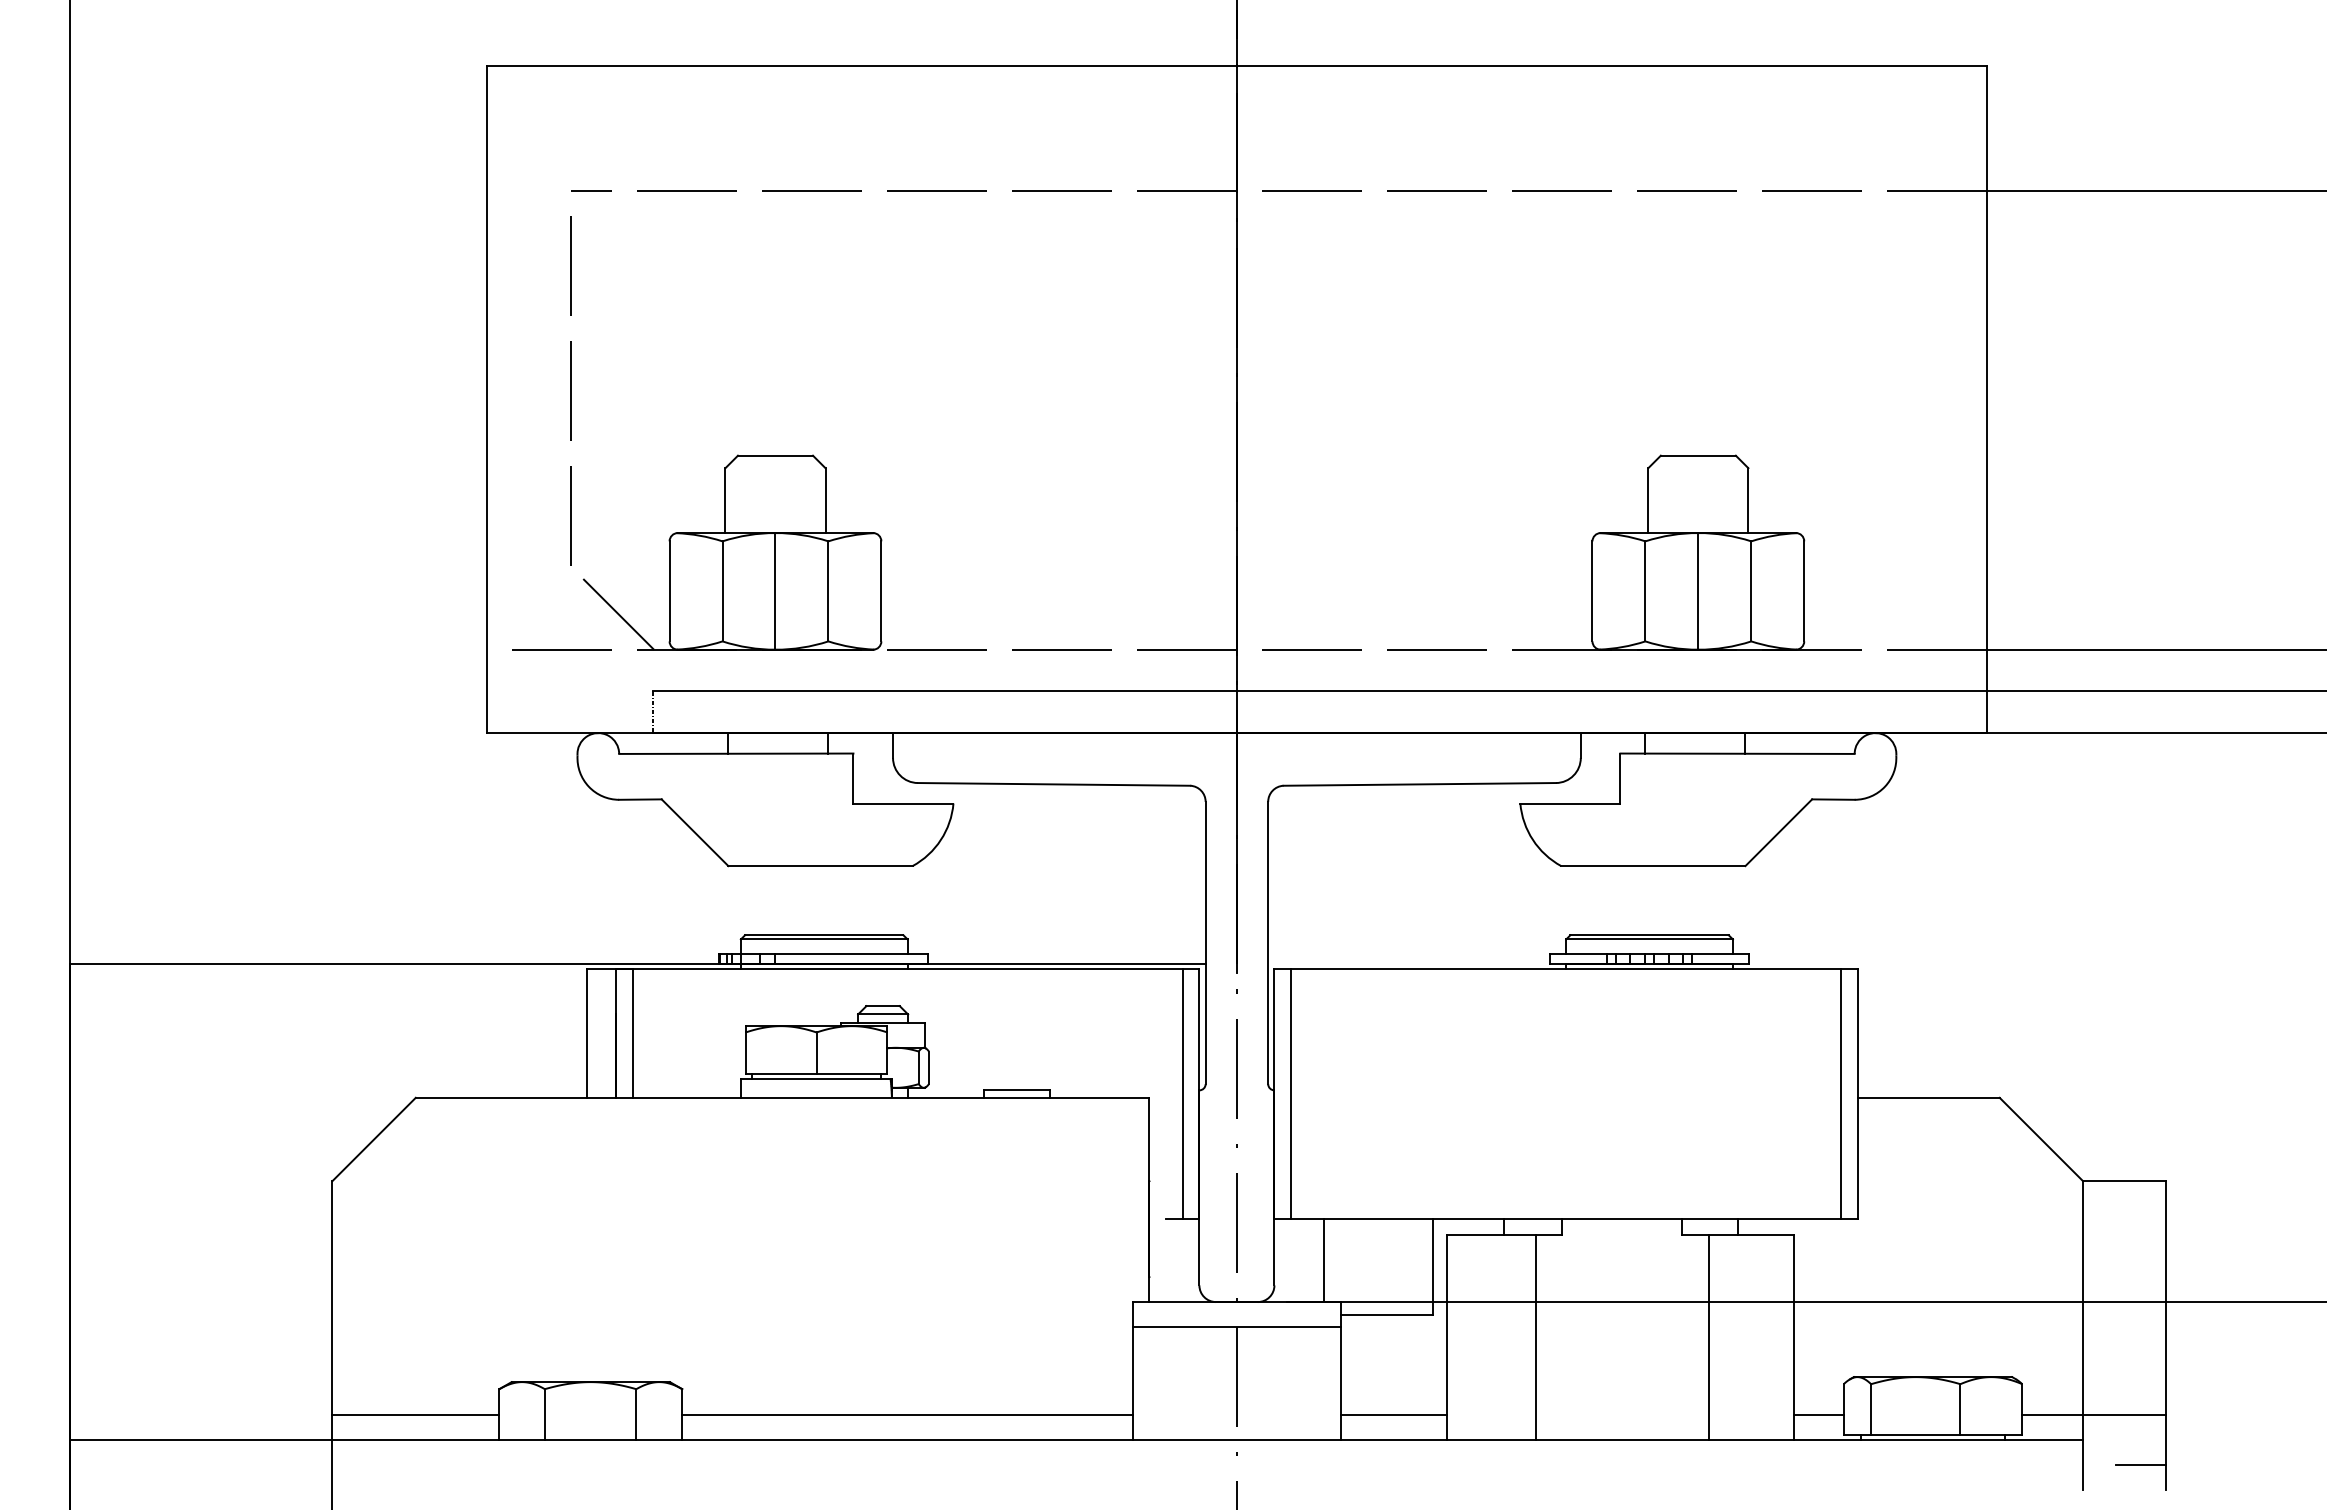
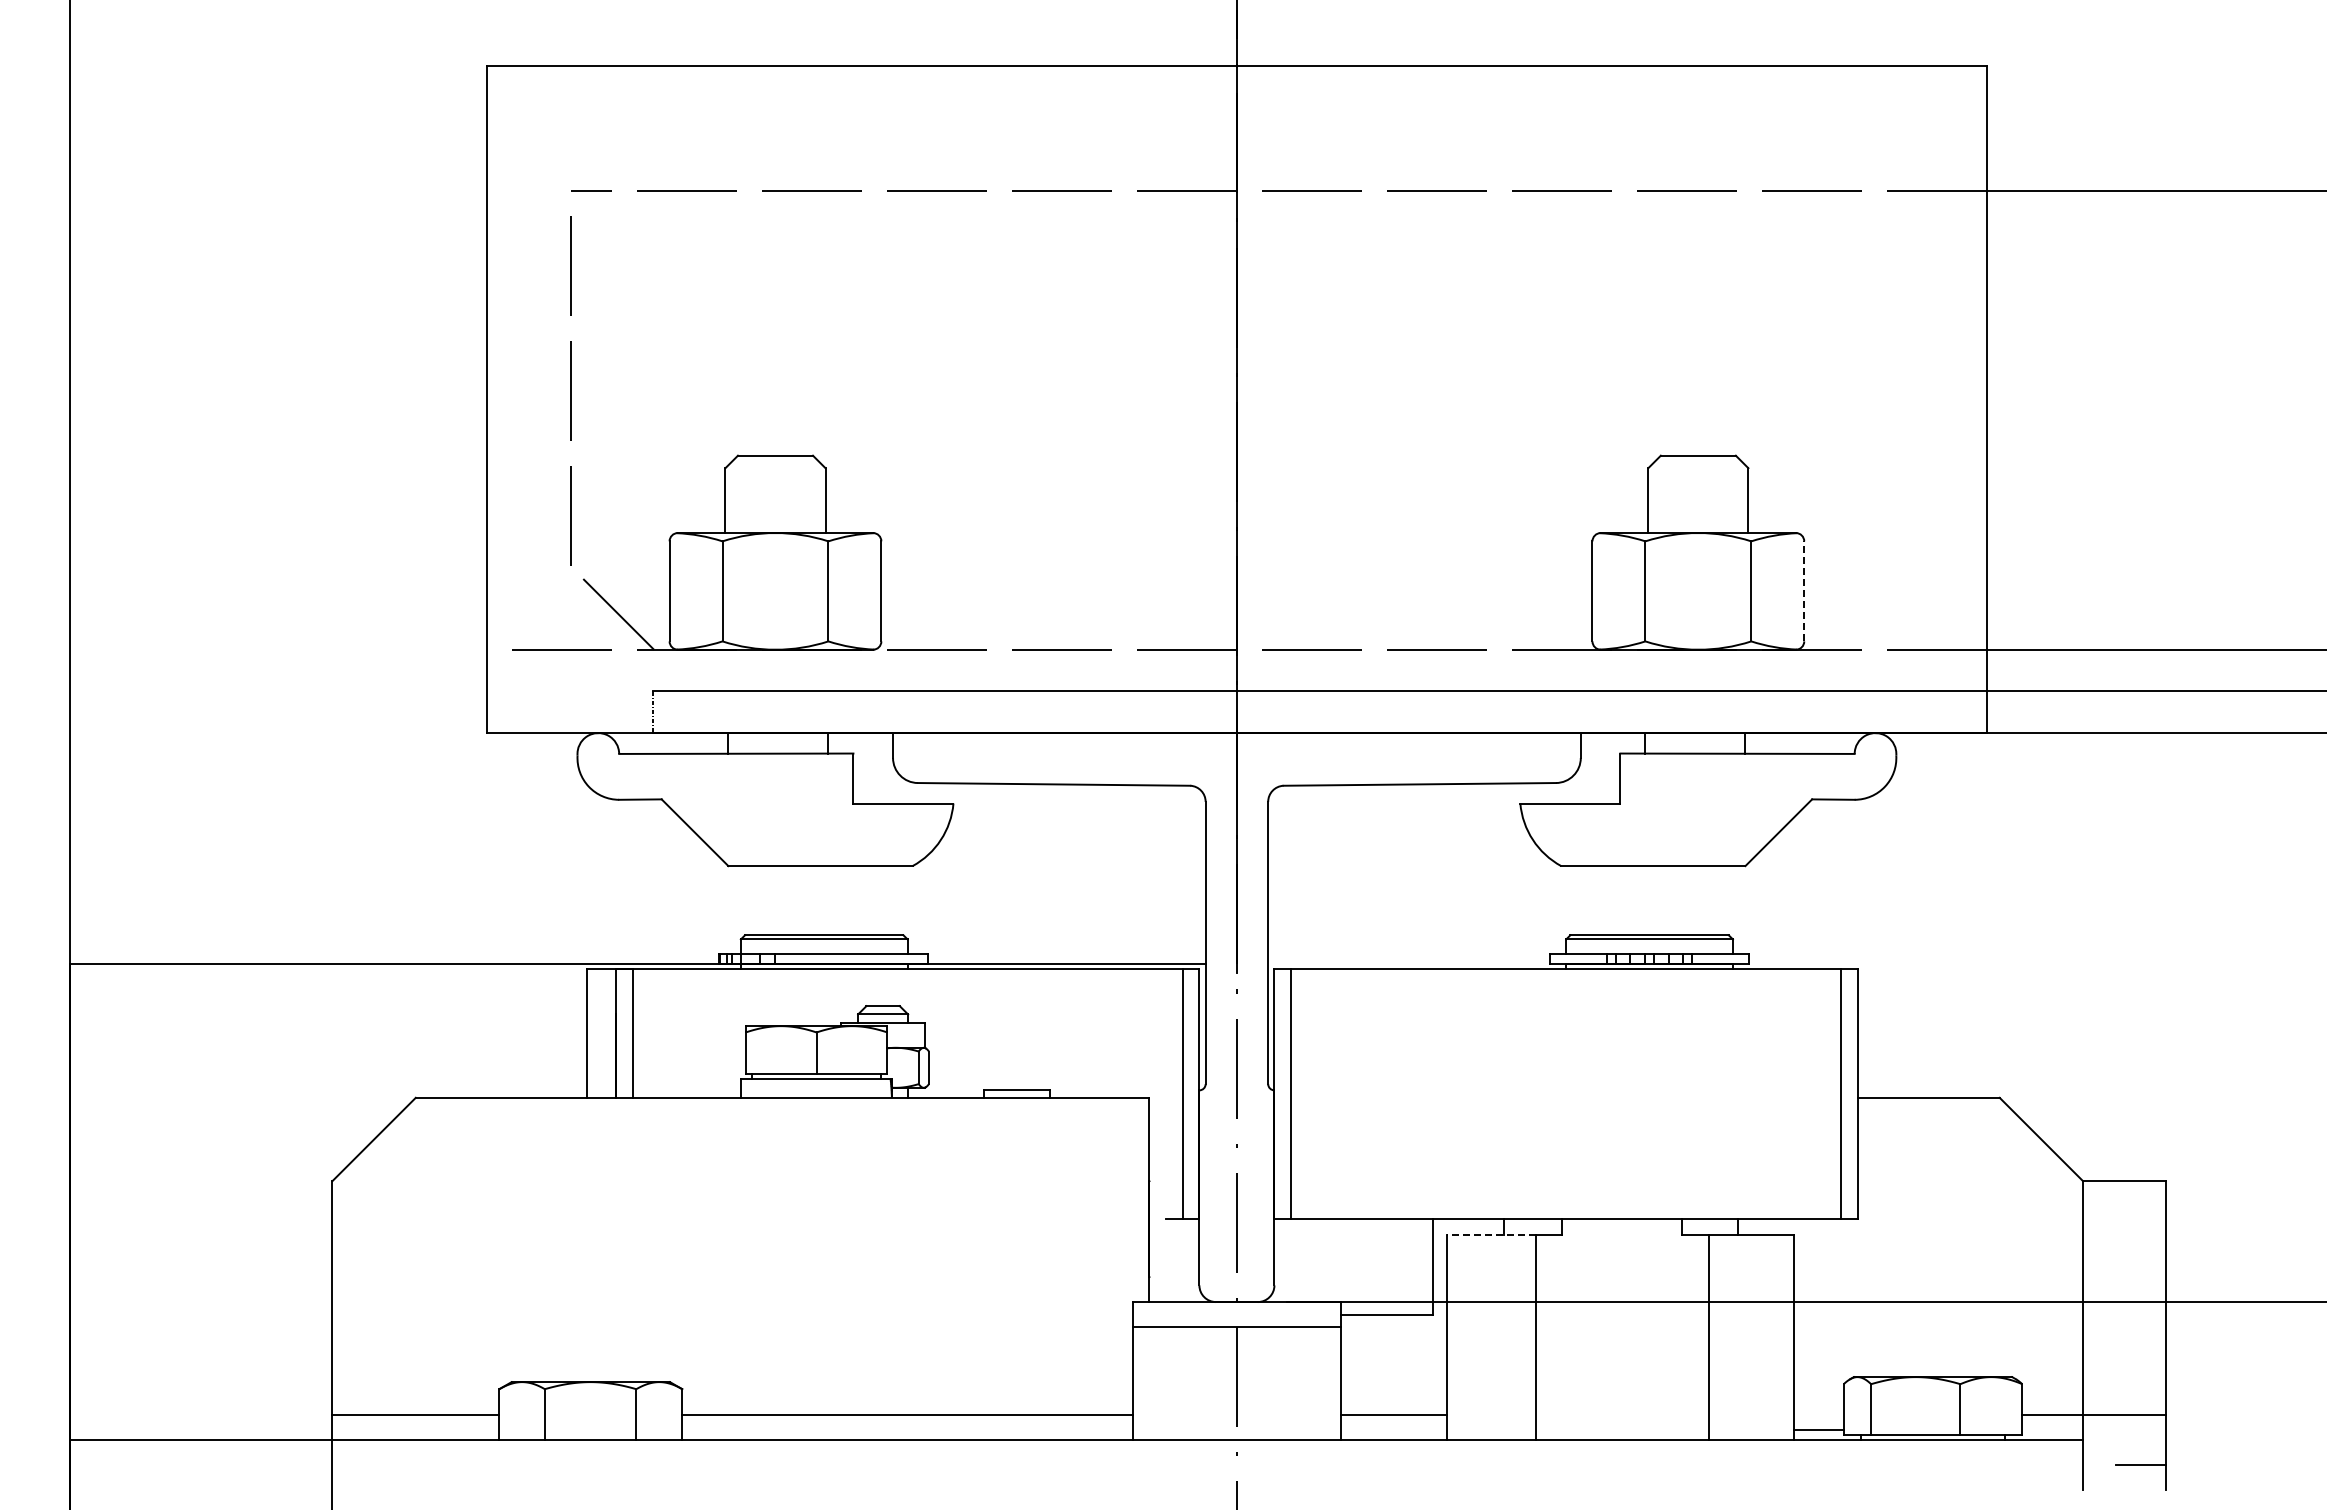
line at (1804, 590): solid -> dashed
line at (775, 591): present -> none
line at (1698, 591): present -> none
line at (1490, 1235): solid -> dashed
line at (1324, 1260): present -> none
line at (1818, 1414) position: (1818, 1414) -> (1818, 1429)
